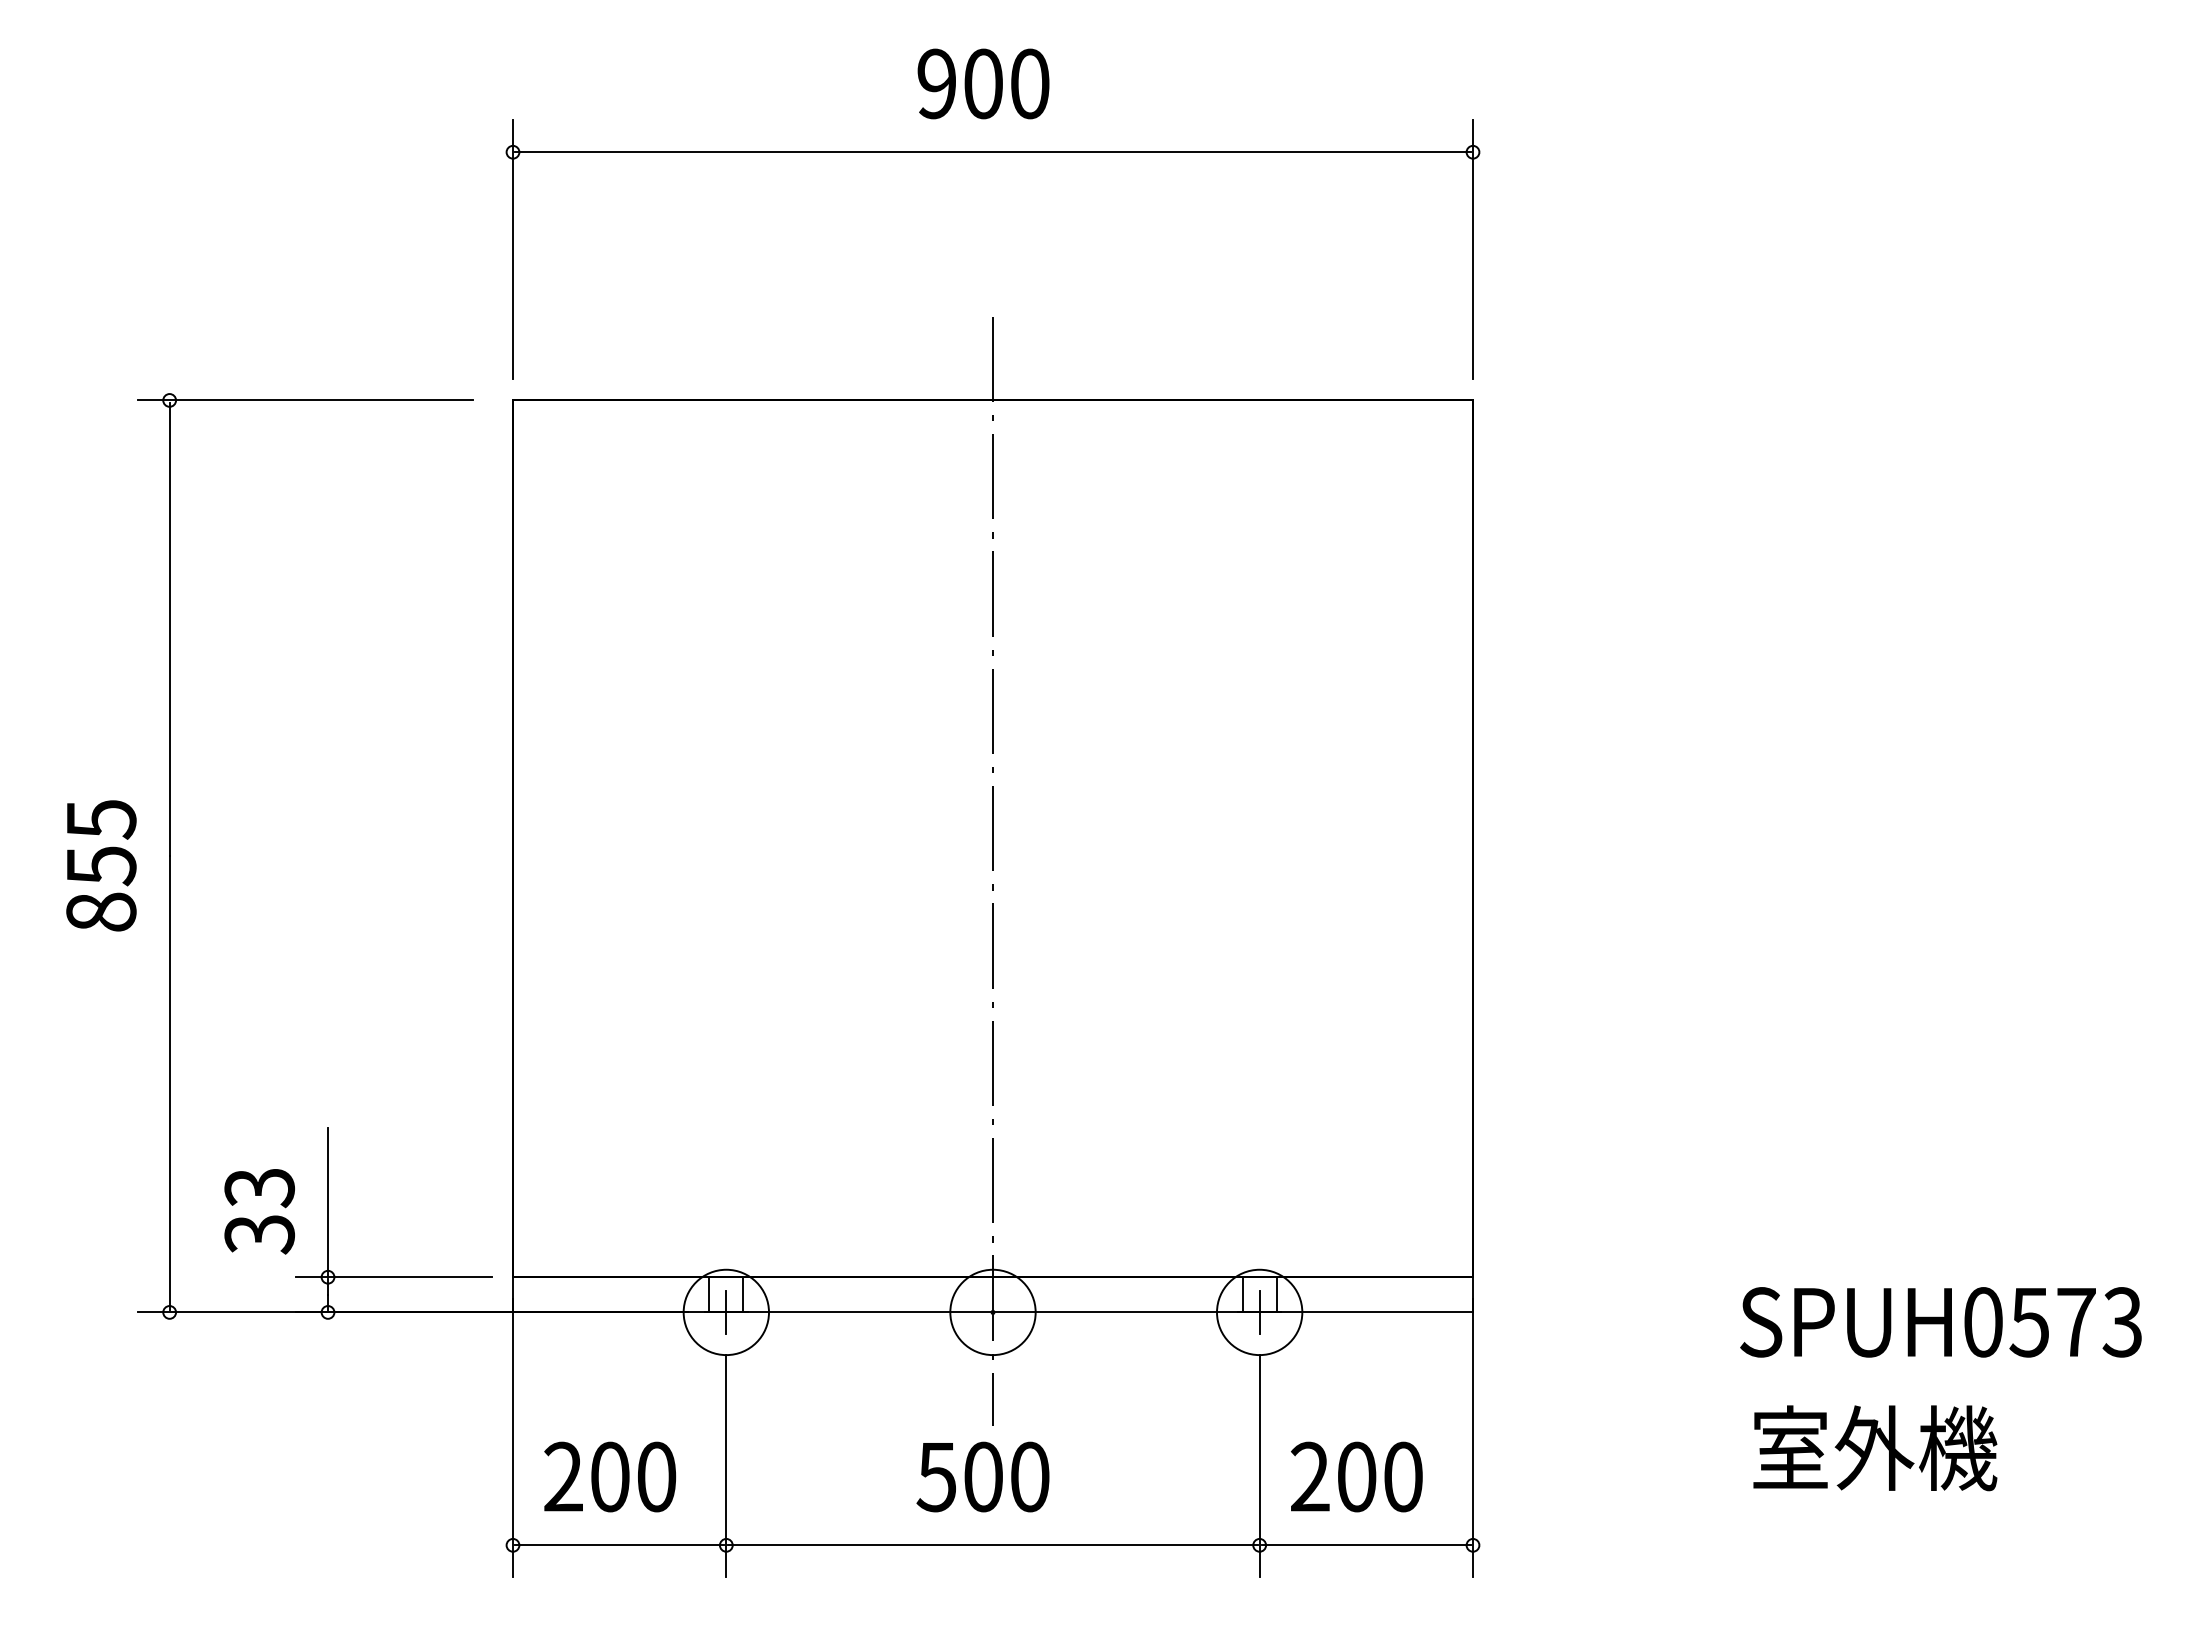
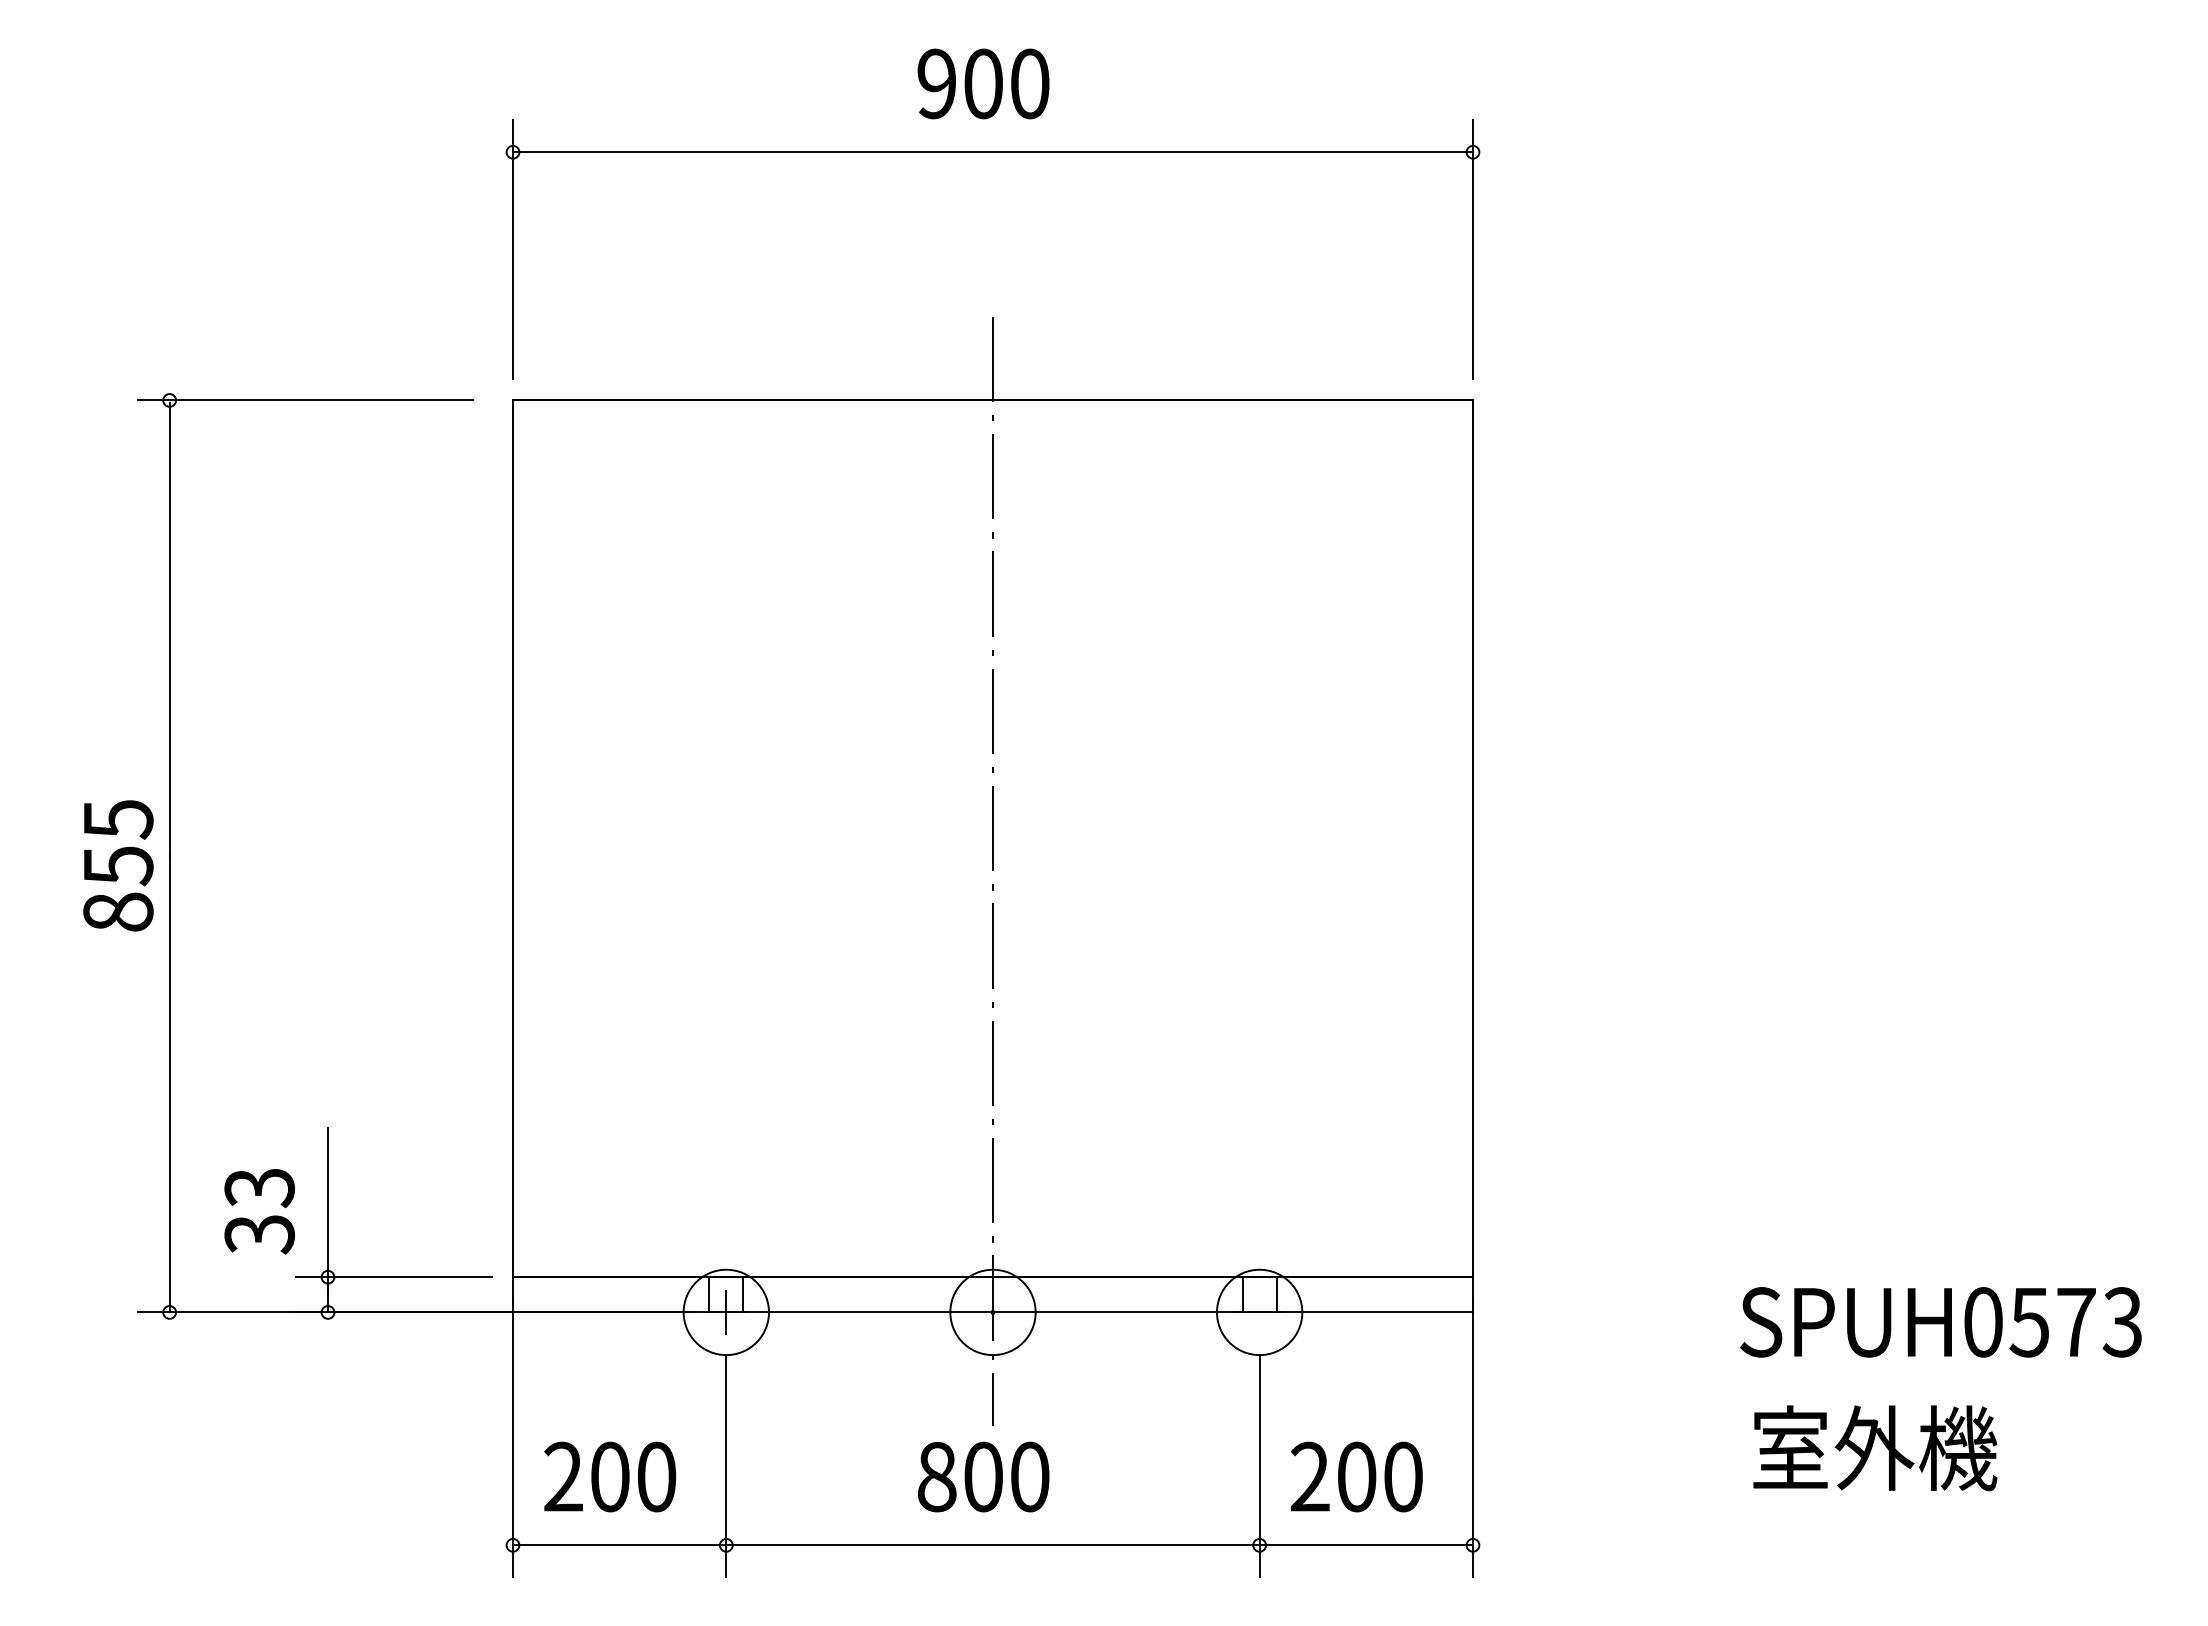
text at (101, 865) position: (101, 865) -> (118, 865)
line at (1259, 1312): present -> none
text at (936, 1477): 500 -> 800
